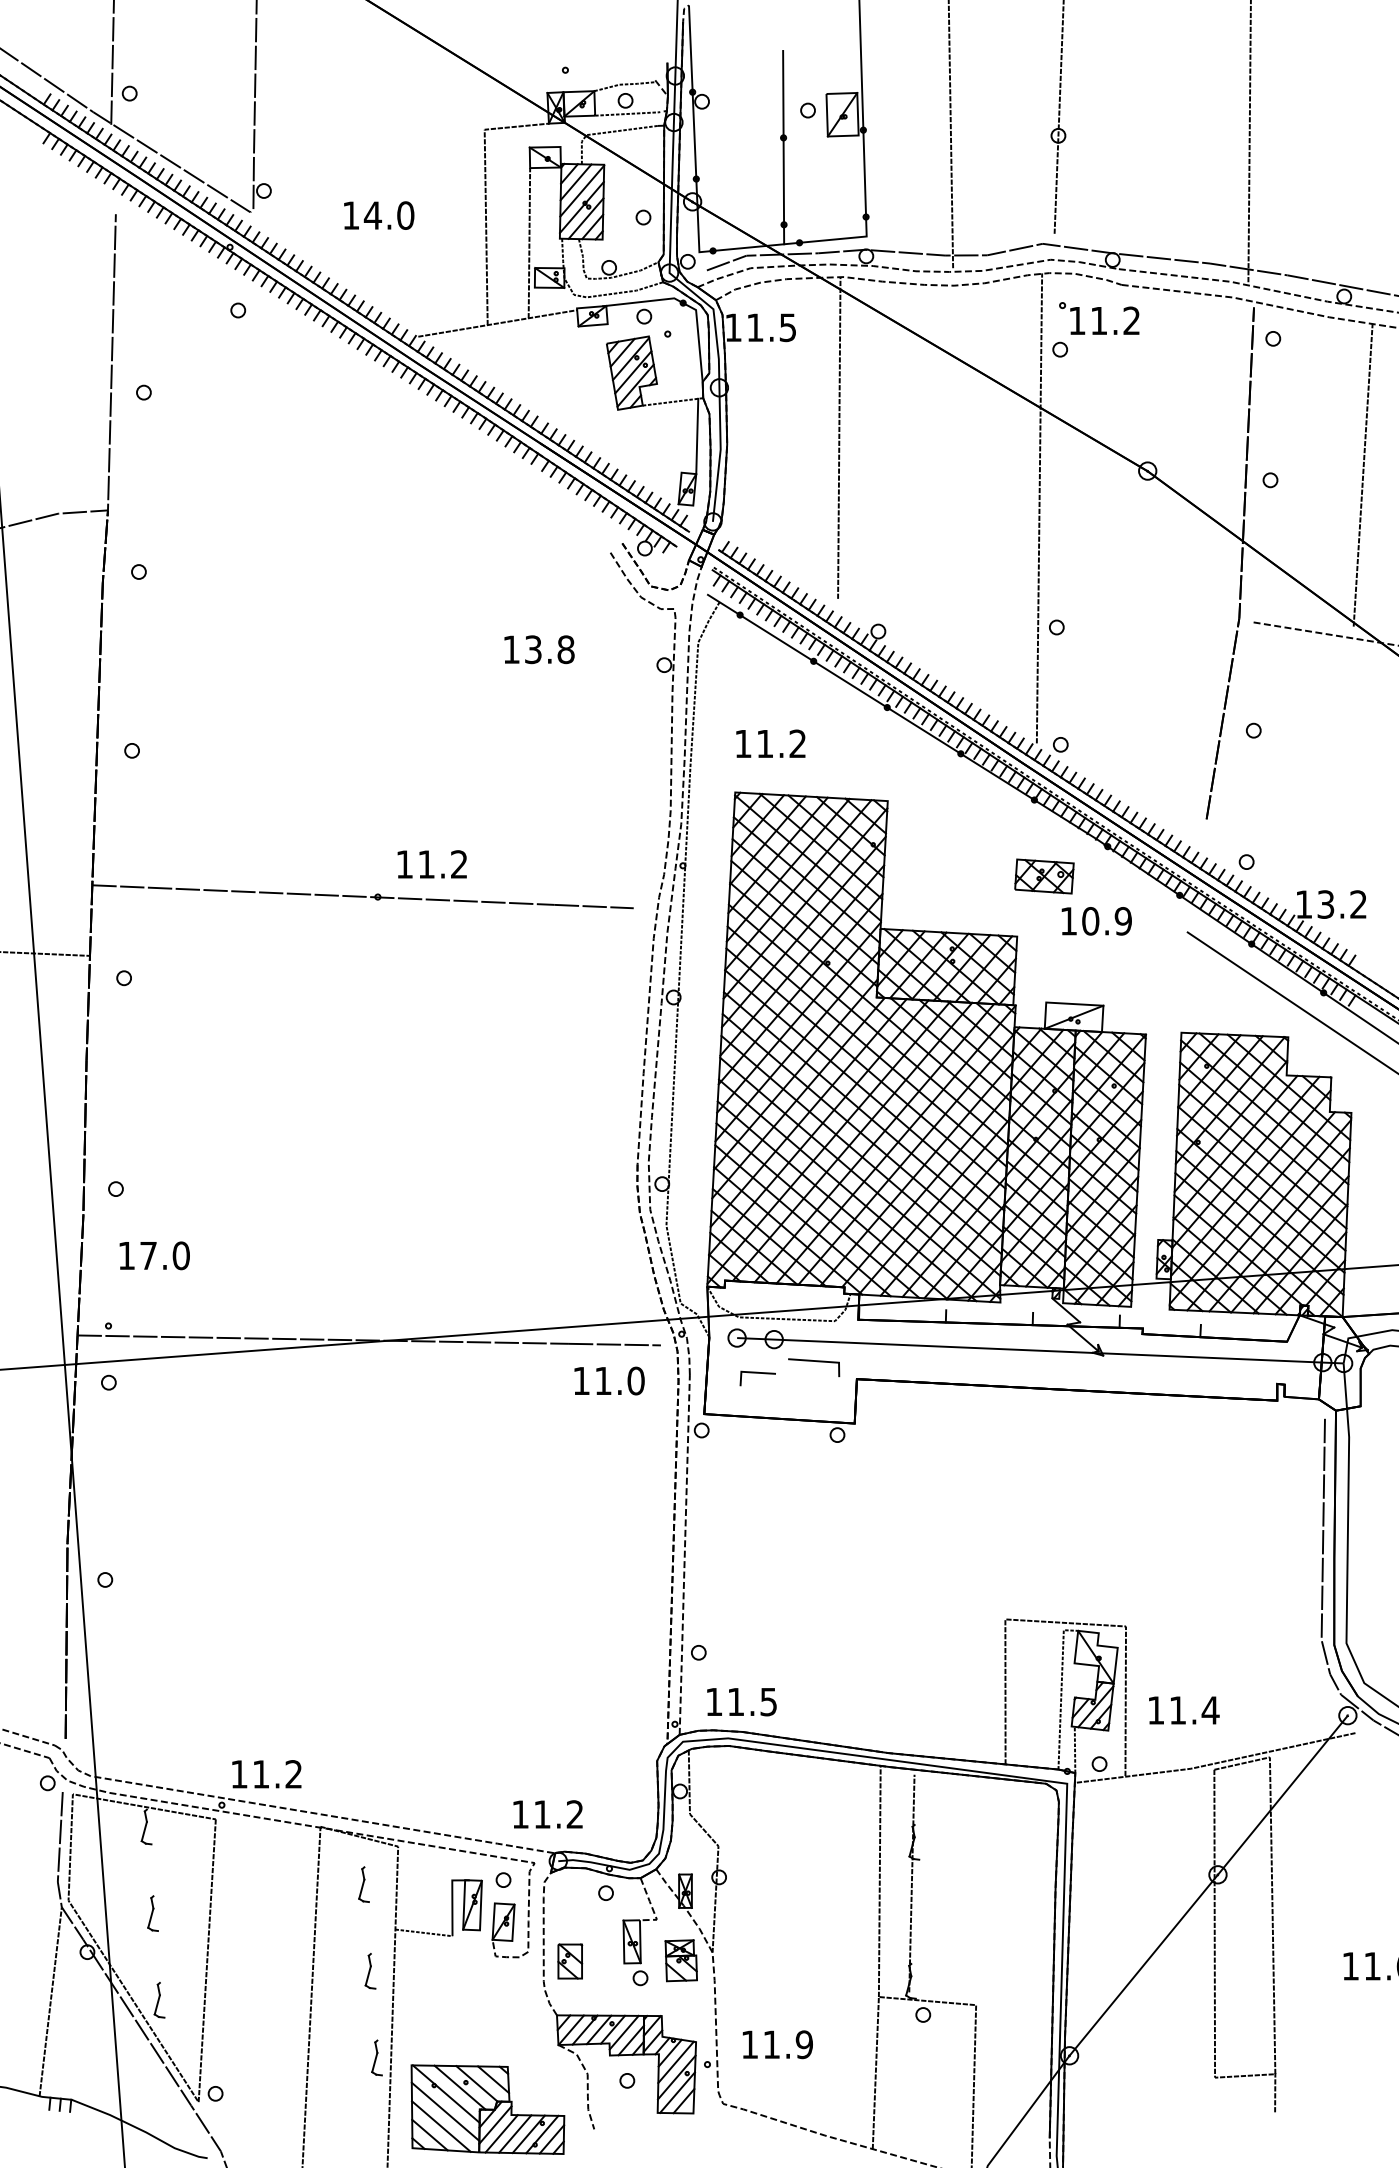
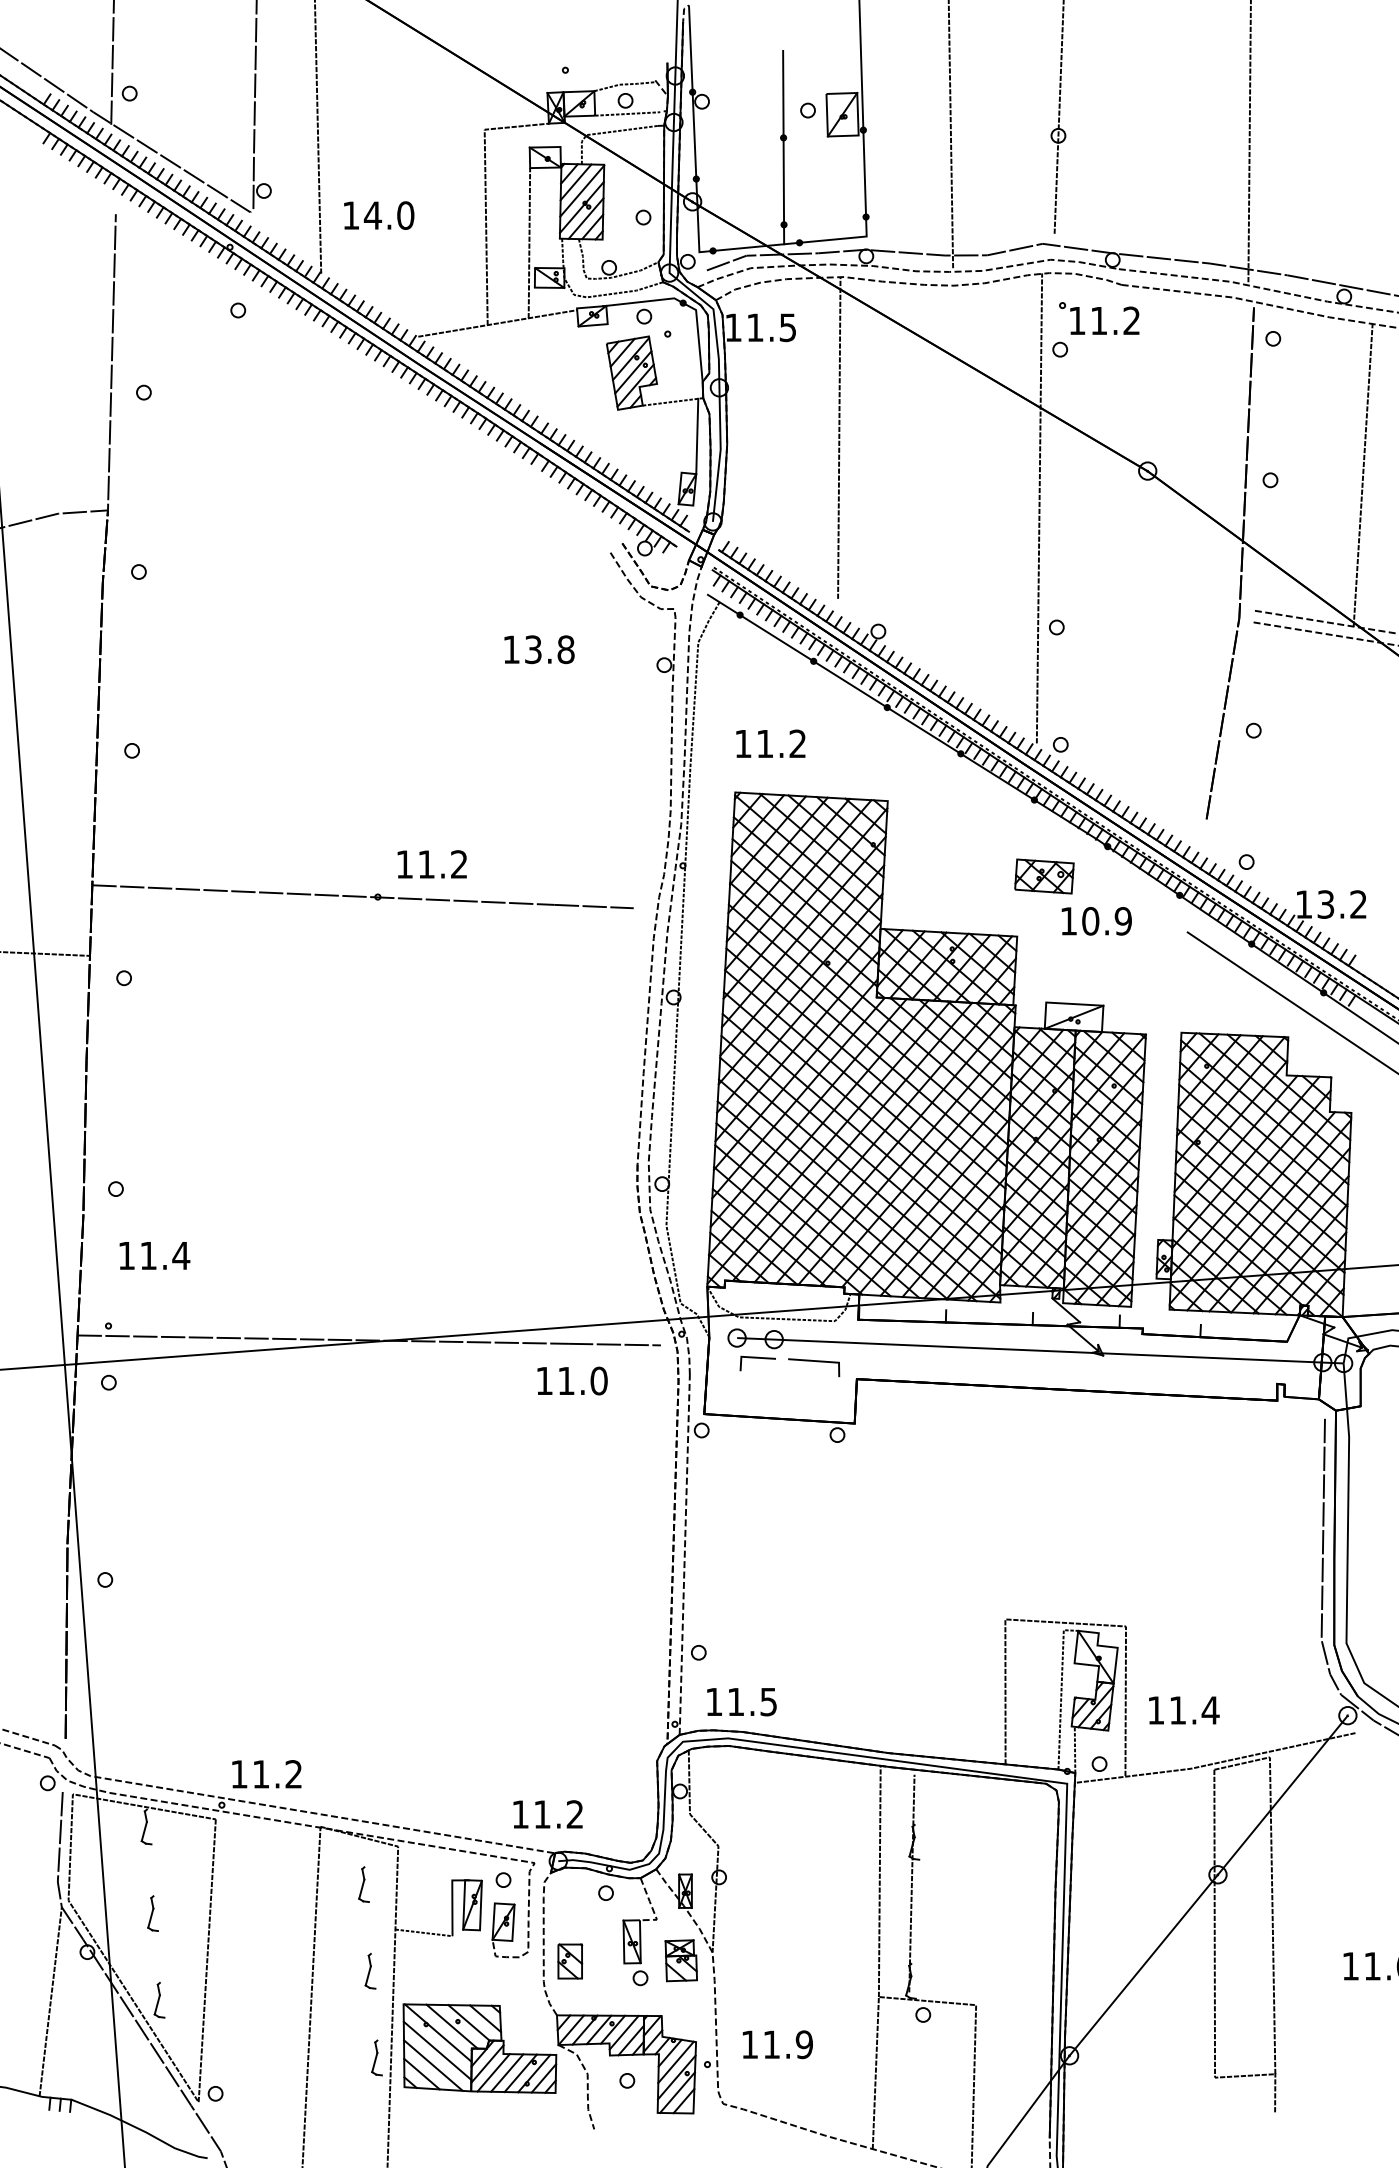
line at (317, 137): none -> present
line at (1324, 621): none -> present
text at (165, 1255): 17.0 -> 11.4
line at (757, 1373) position: (757, 1373) -> (757, 1358)
text at (609, 1380) position: (609, 1380) -> (572, 1380)
part at (487, 2109) position: (487, 2109) -> (479, 2048)
